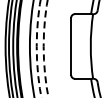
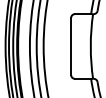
circle at (38, 48): dashed -> solid
circle at (45, 48): dashed -> solid
